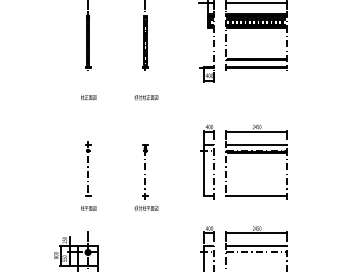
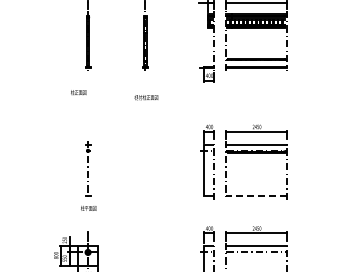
text at (88, 97) position: (88, 97) -> (78, 92)
part at (146, 177): present -> none
line at (255, 196): solid -> dashed
